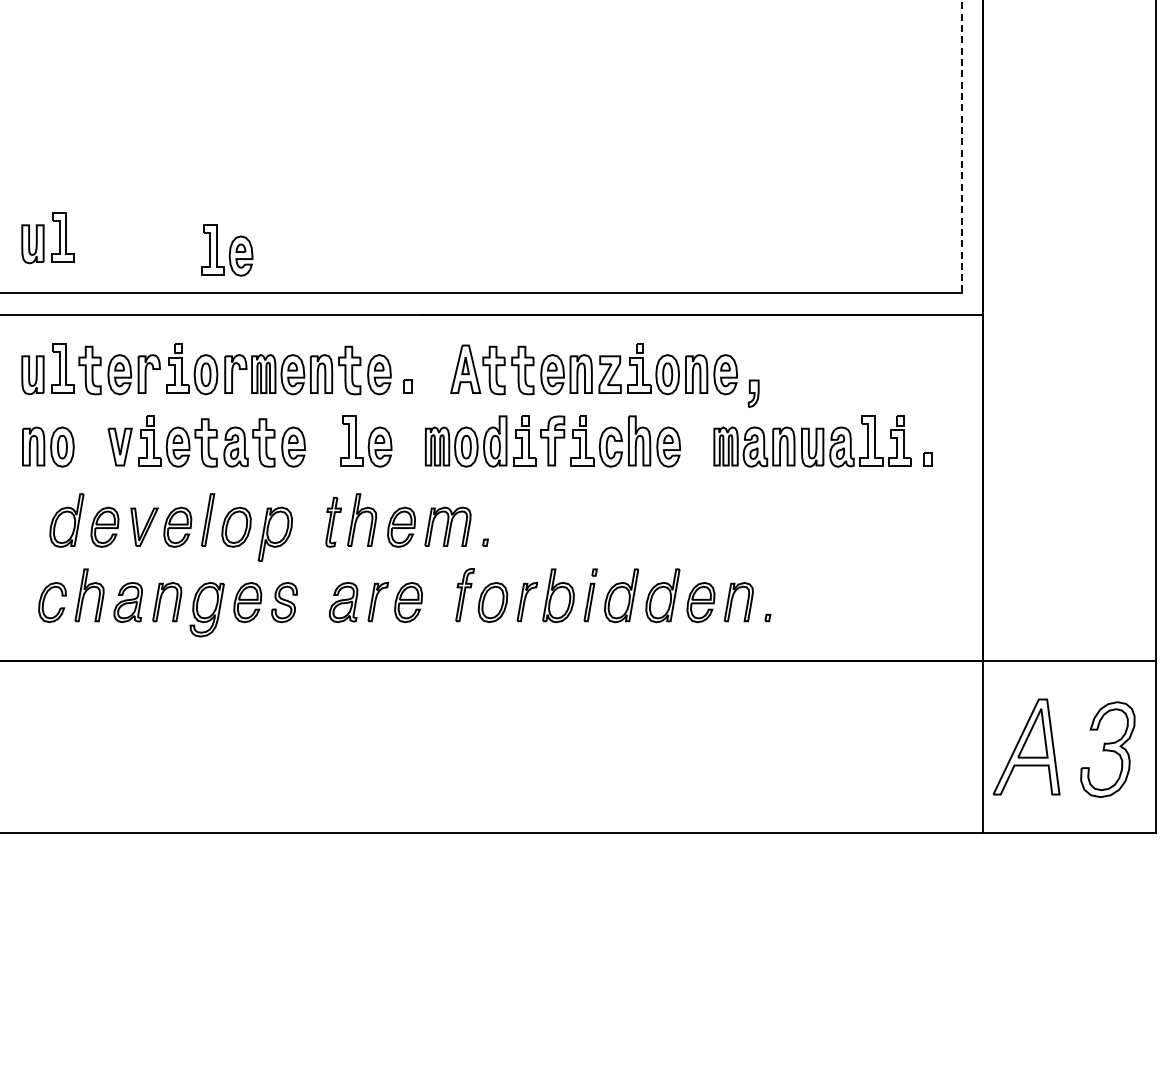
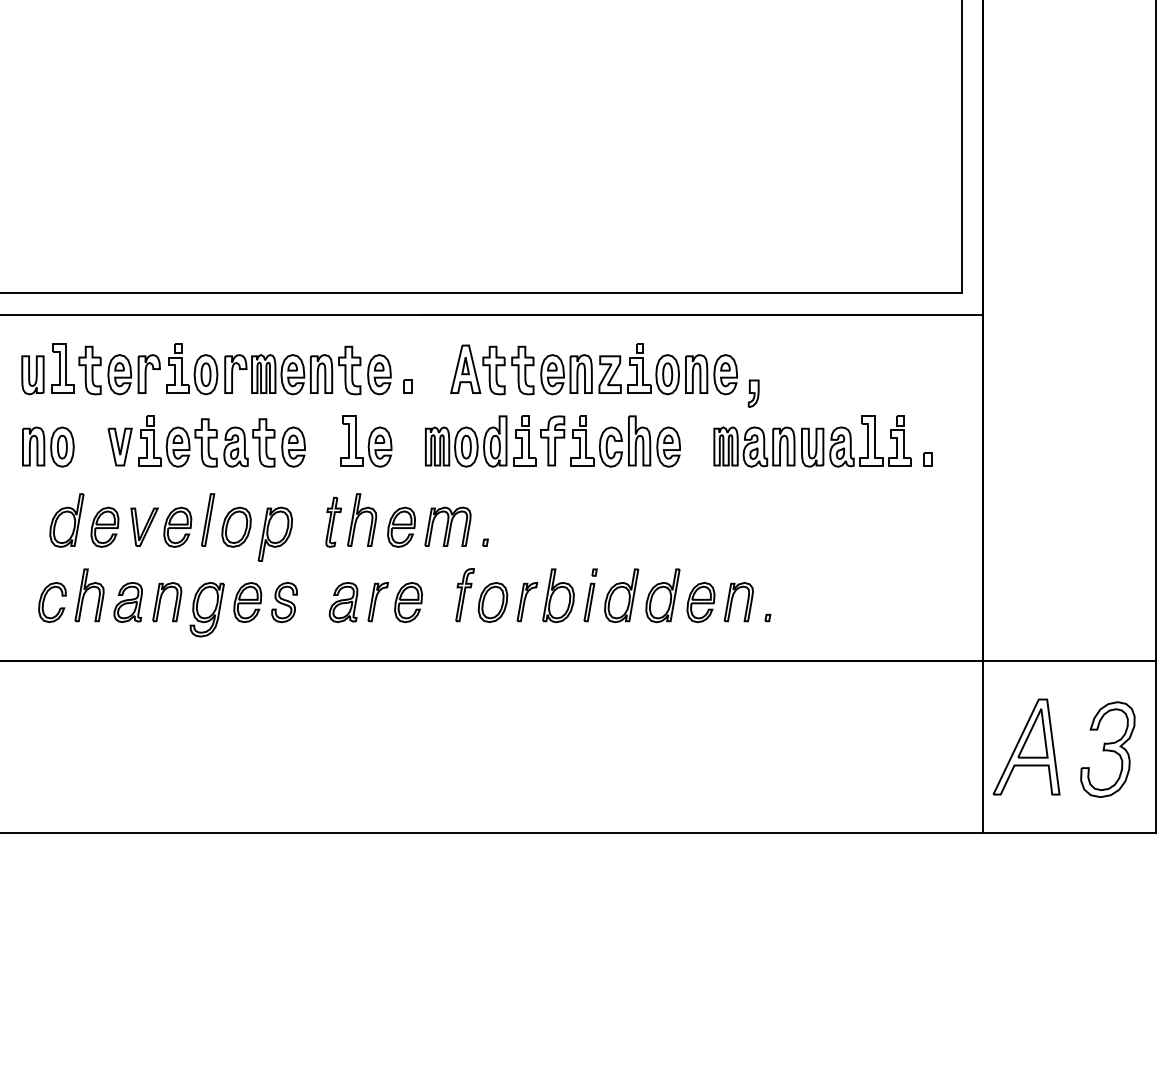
line at (961, 147): dashed -> solid
part at (47, 238): present -> none
part at (227, 250): present -> none
